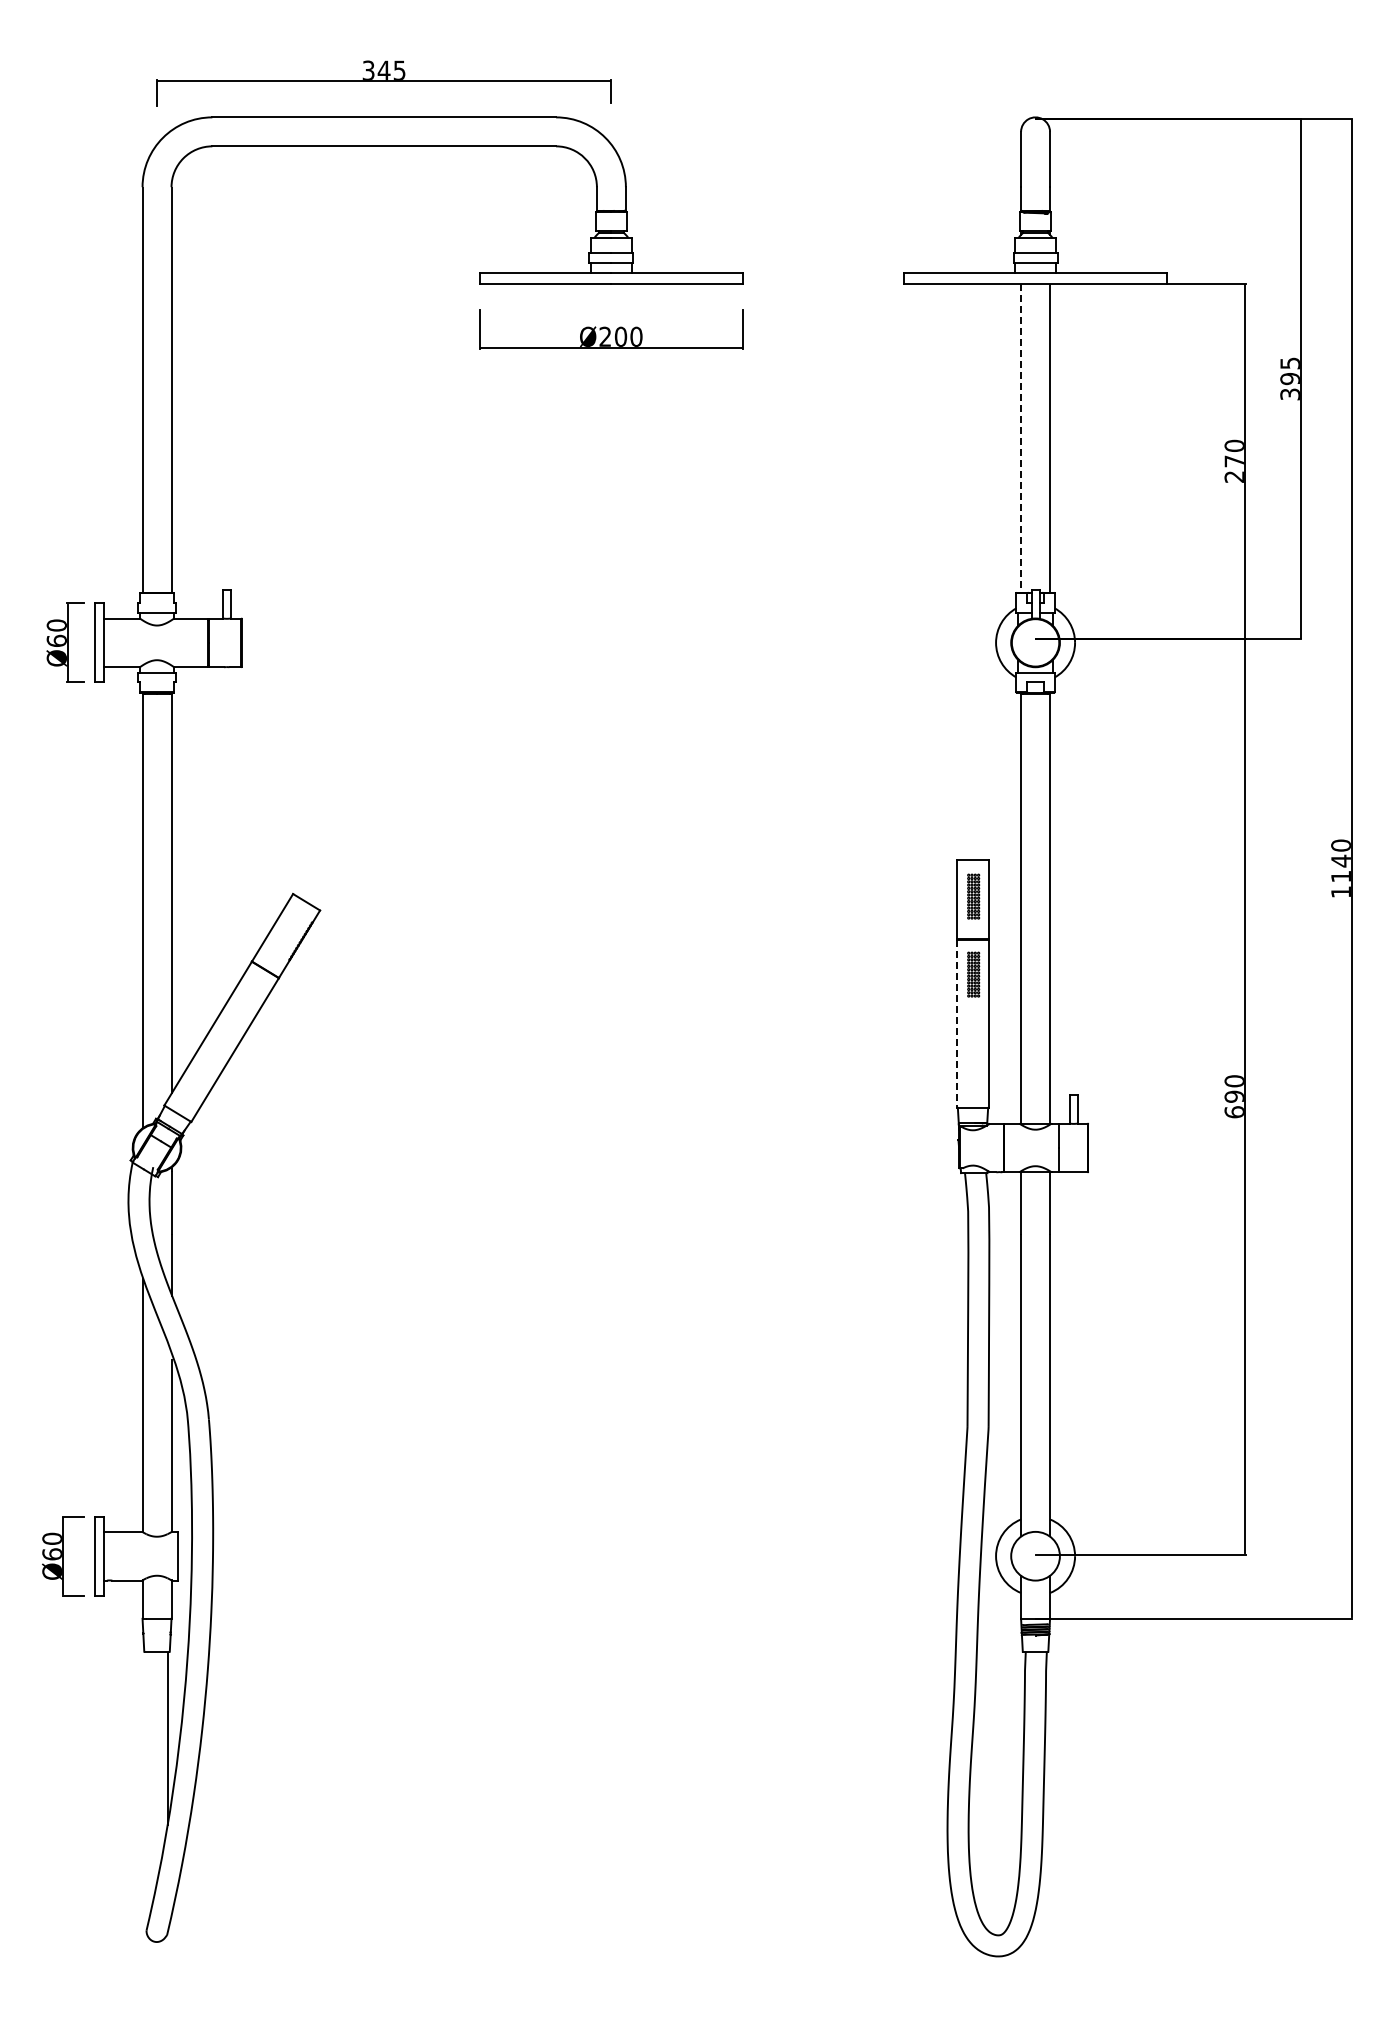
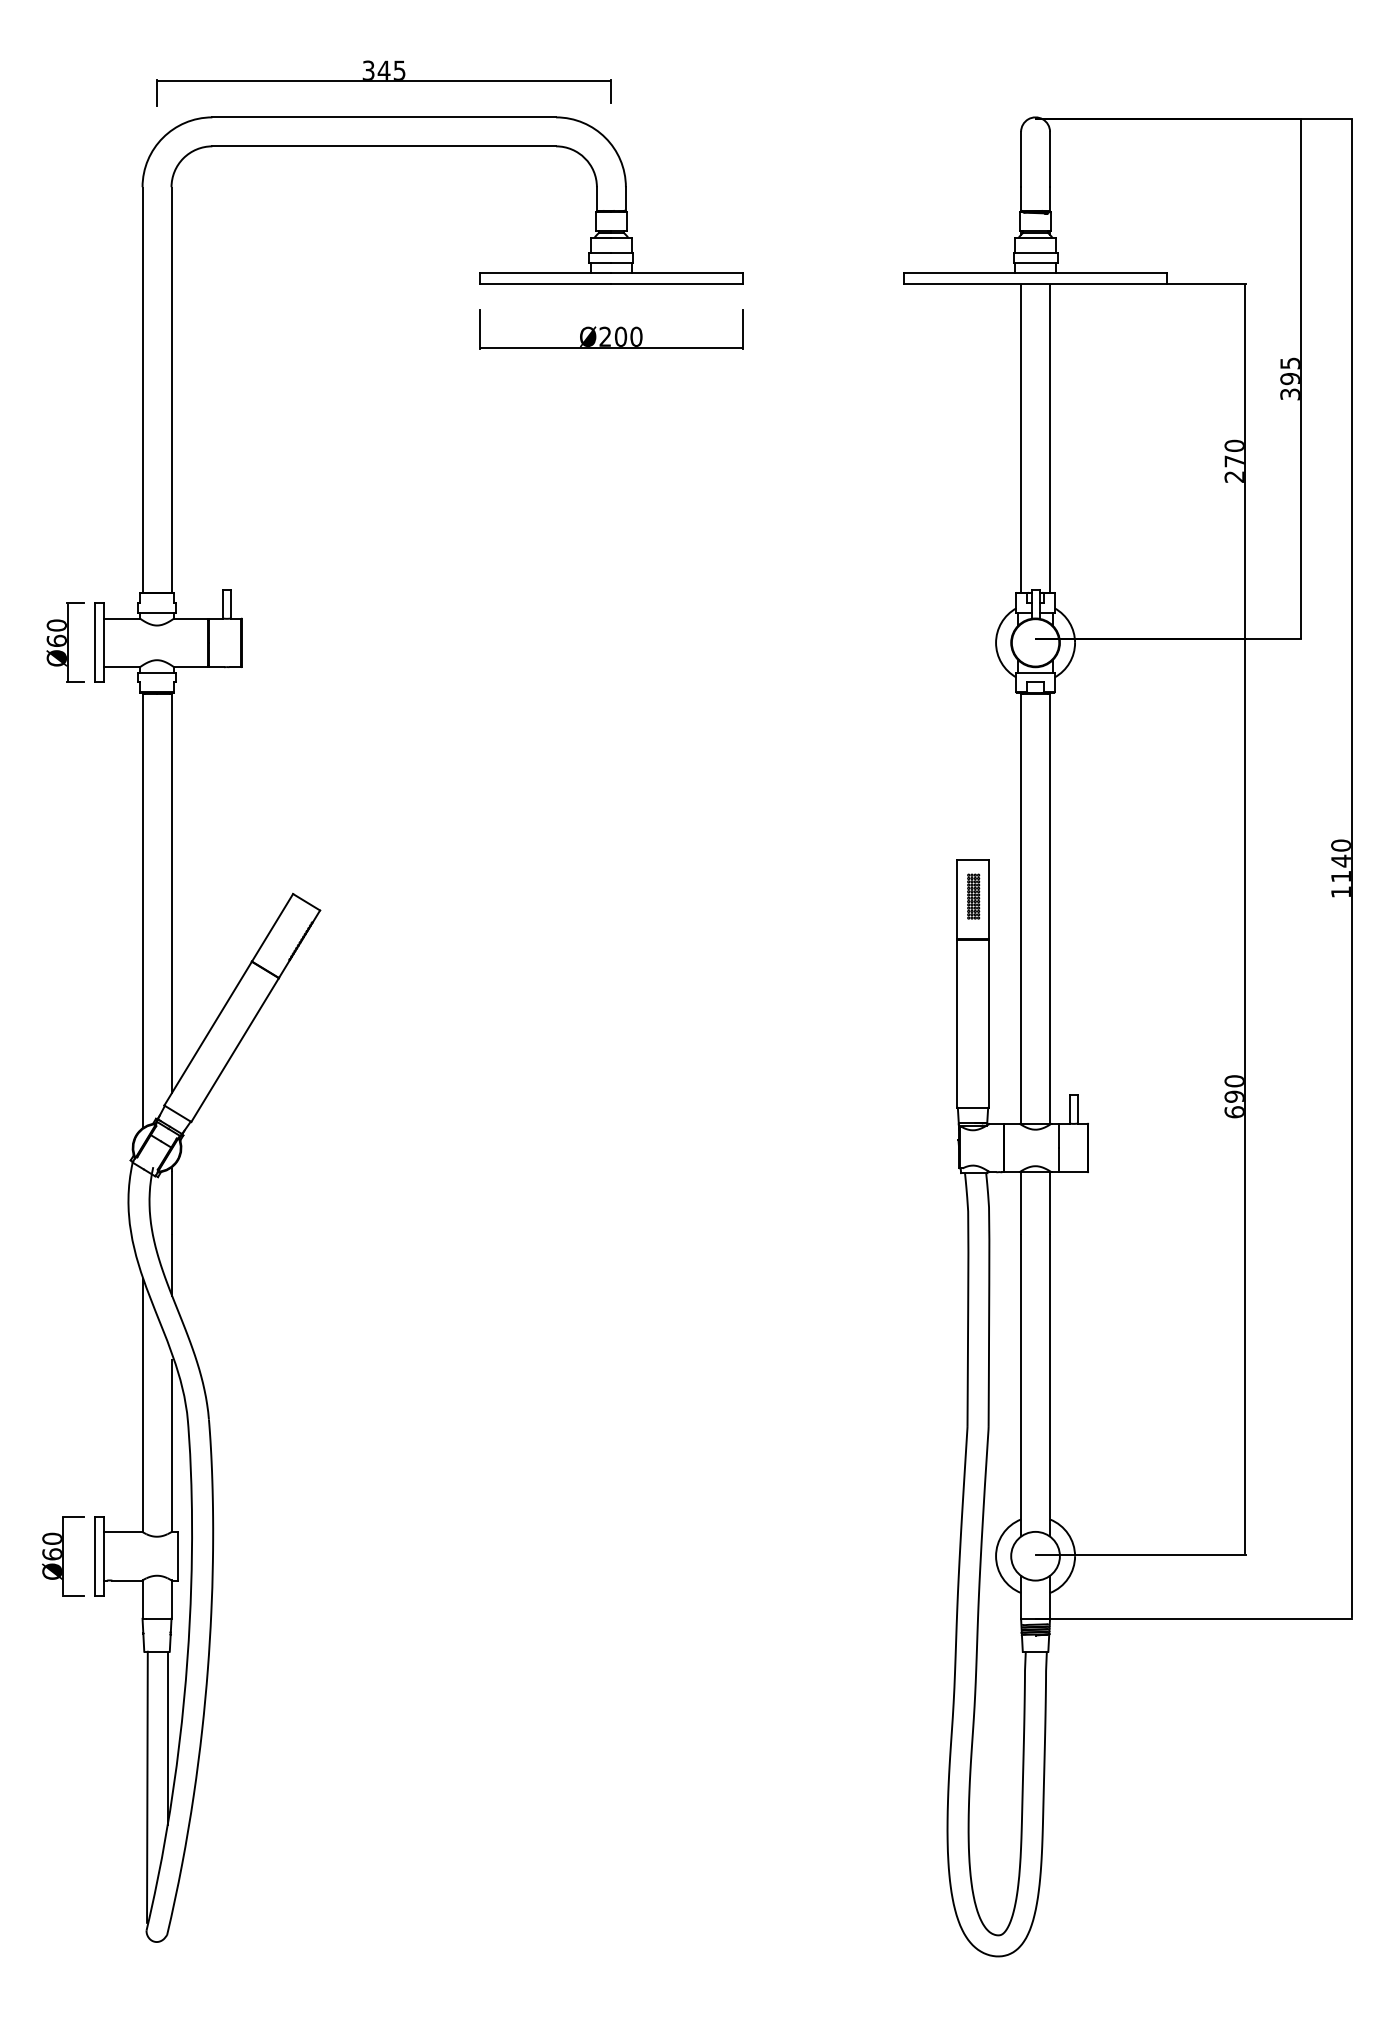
line at (1021, 438): dashed -> solid
part at (973, 974): present -> none
line at (957, 1024): dashed -> solid
line at (147, 1786): none -> present
